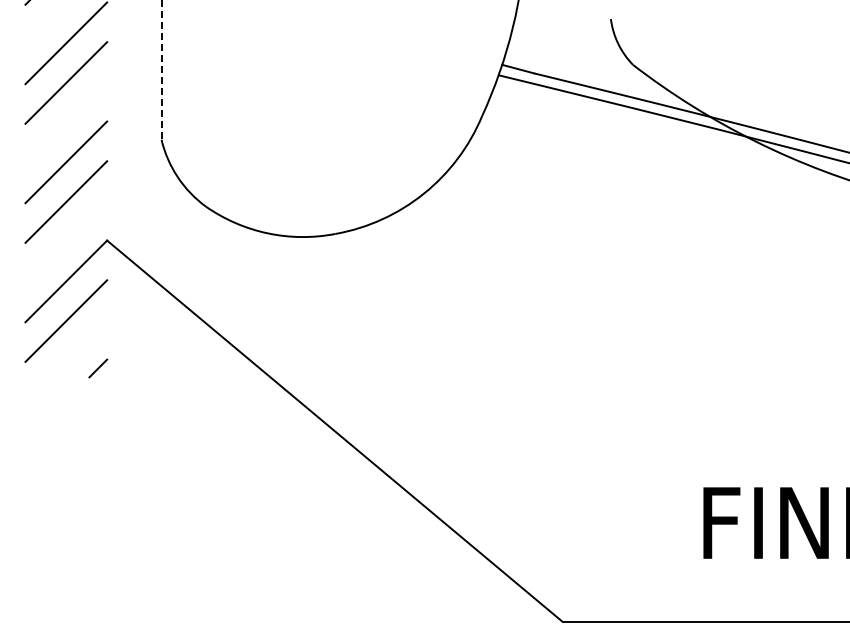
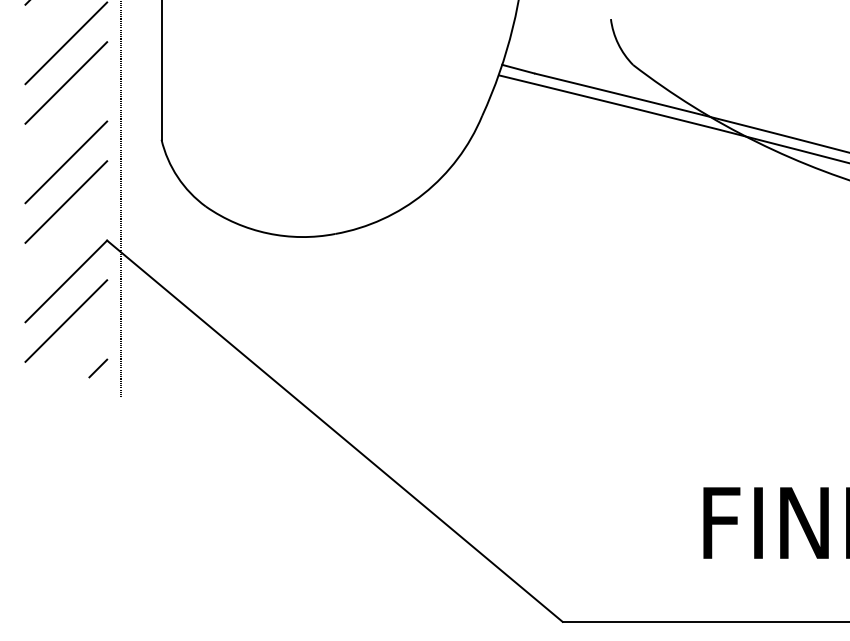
line at (161, 70): dashed -> solid
line at (120, 199): none -> present
